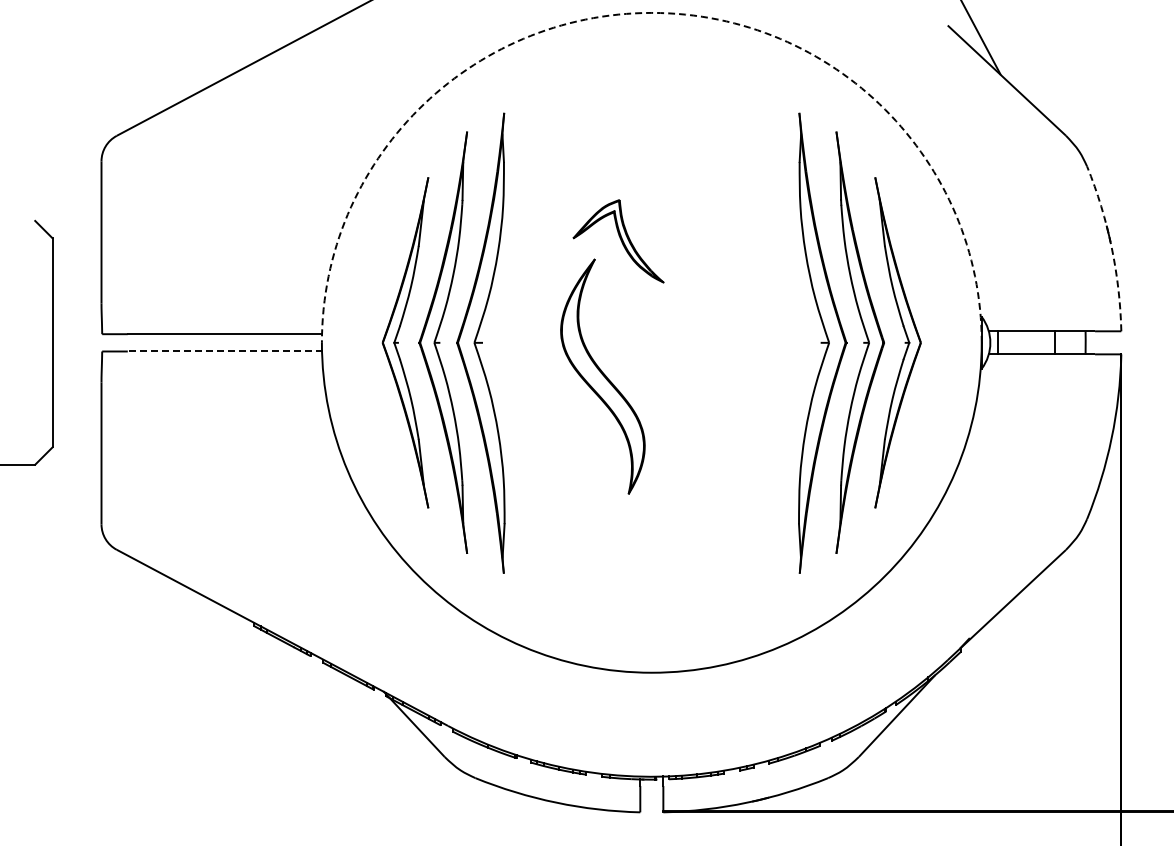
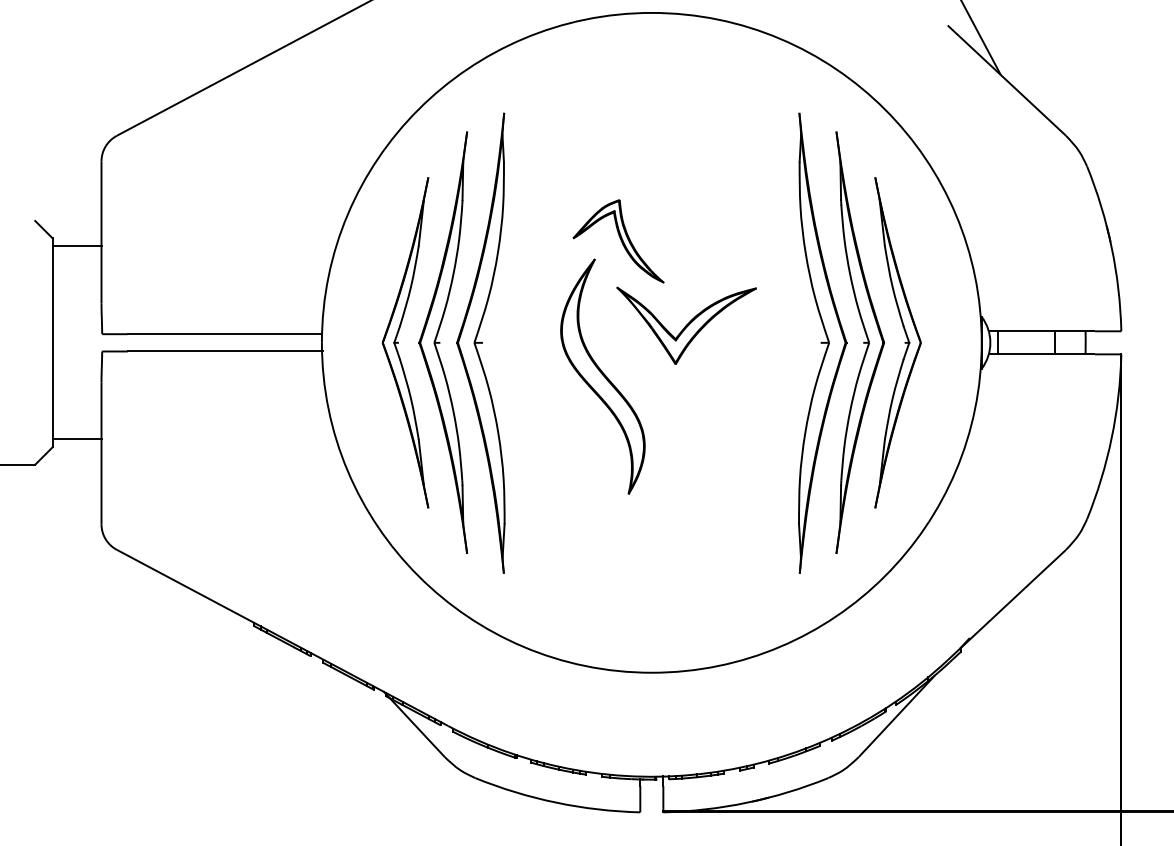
arc at (651, 12): dashed -> solid
line at (76, 246): none -> present
arc at (1111, 247): dashed -> solid
part at (686, 325): none -> present
line at (224, 351): dashed -> solid
line at (76, 439): none -> present
